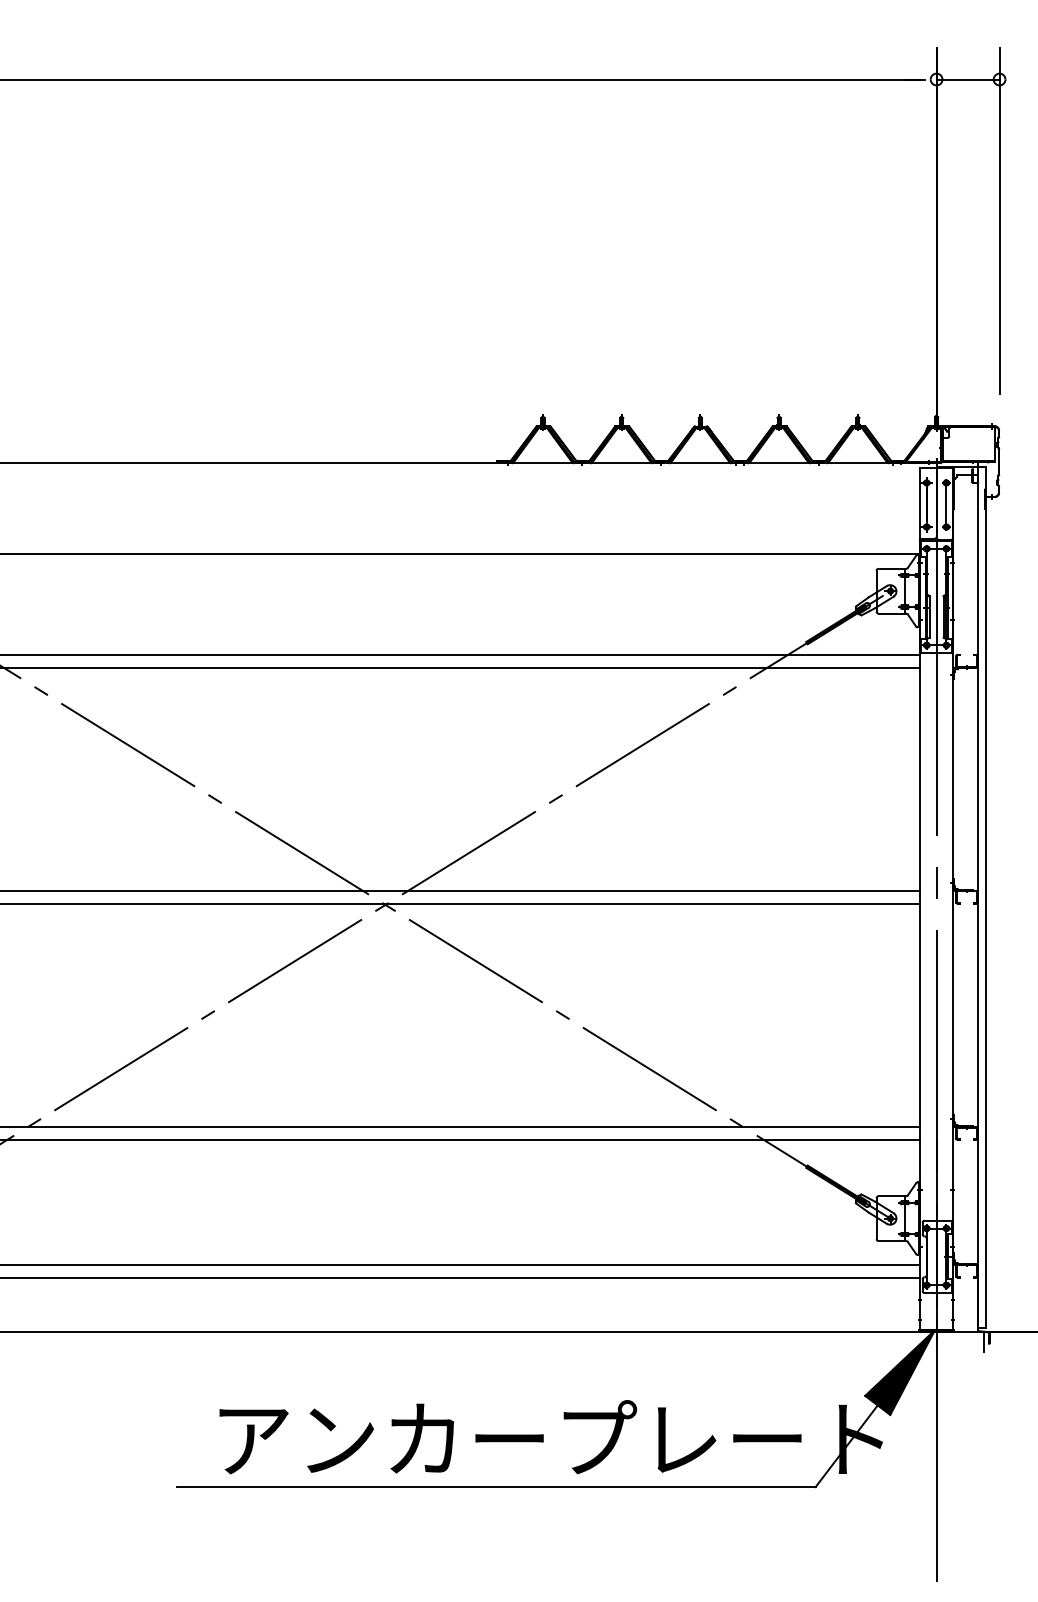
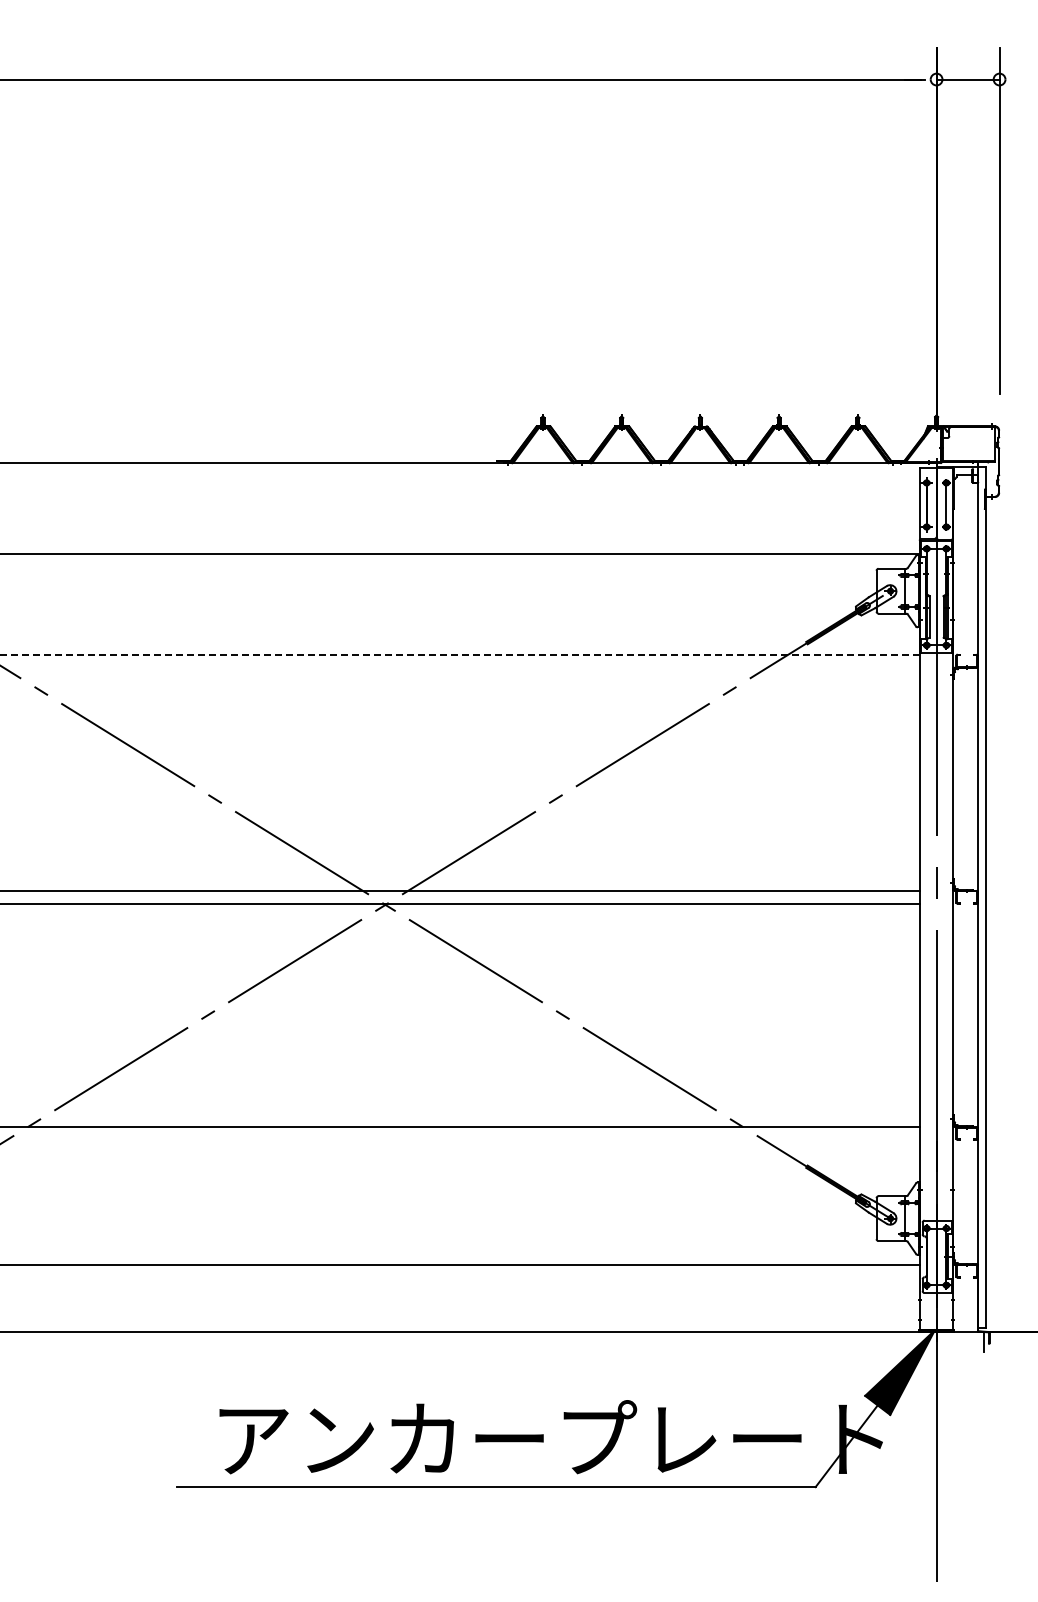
line at (459, 654): solid -> dashed
line at (460, 667): present -> none
line at (460, 1139): present -> none
line at (460, 1277): present -> none
